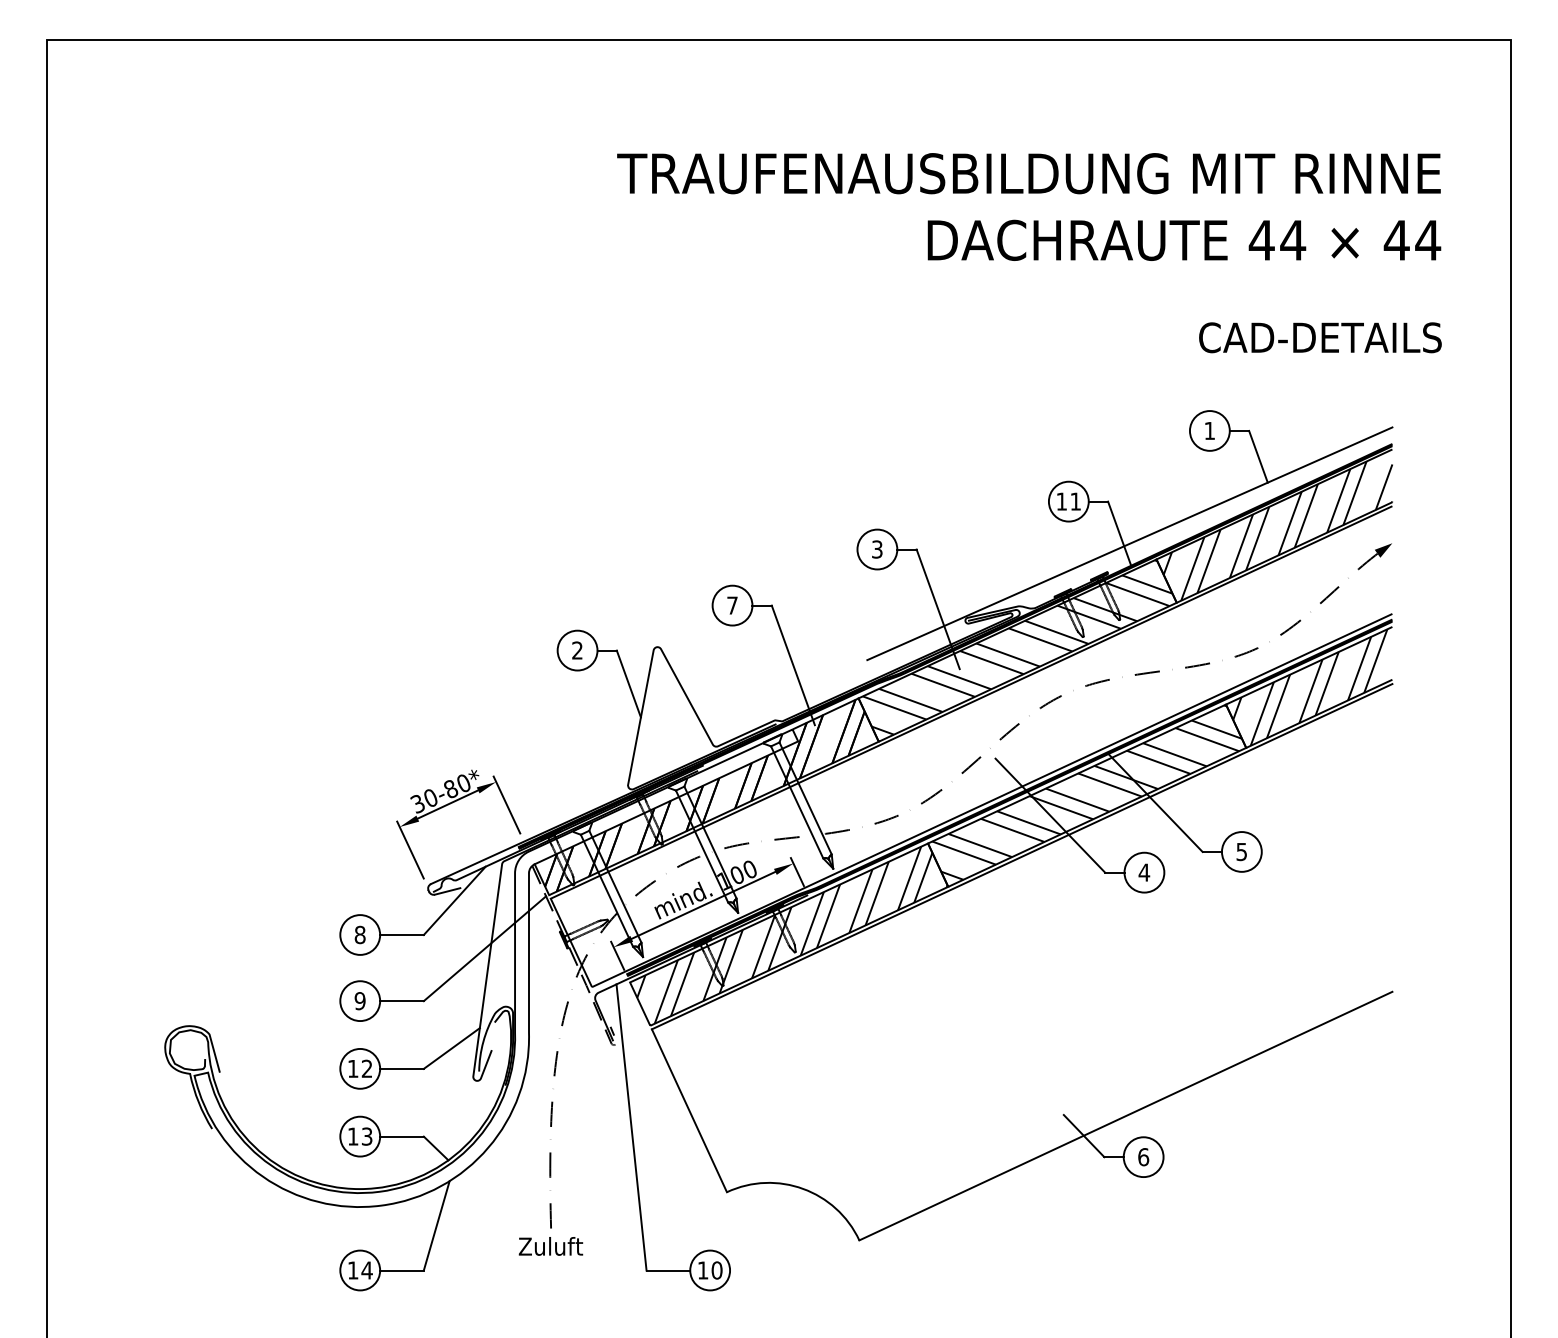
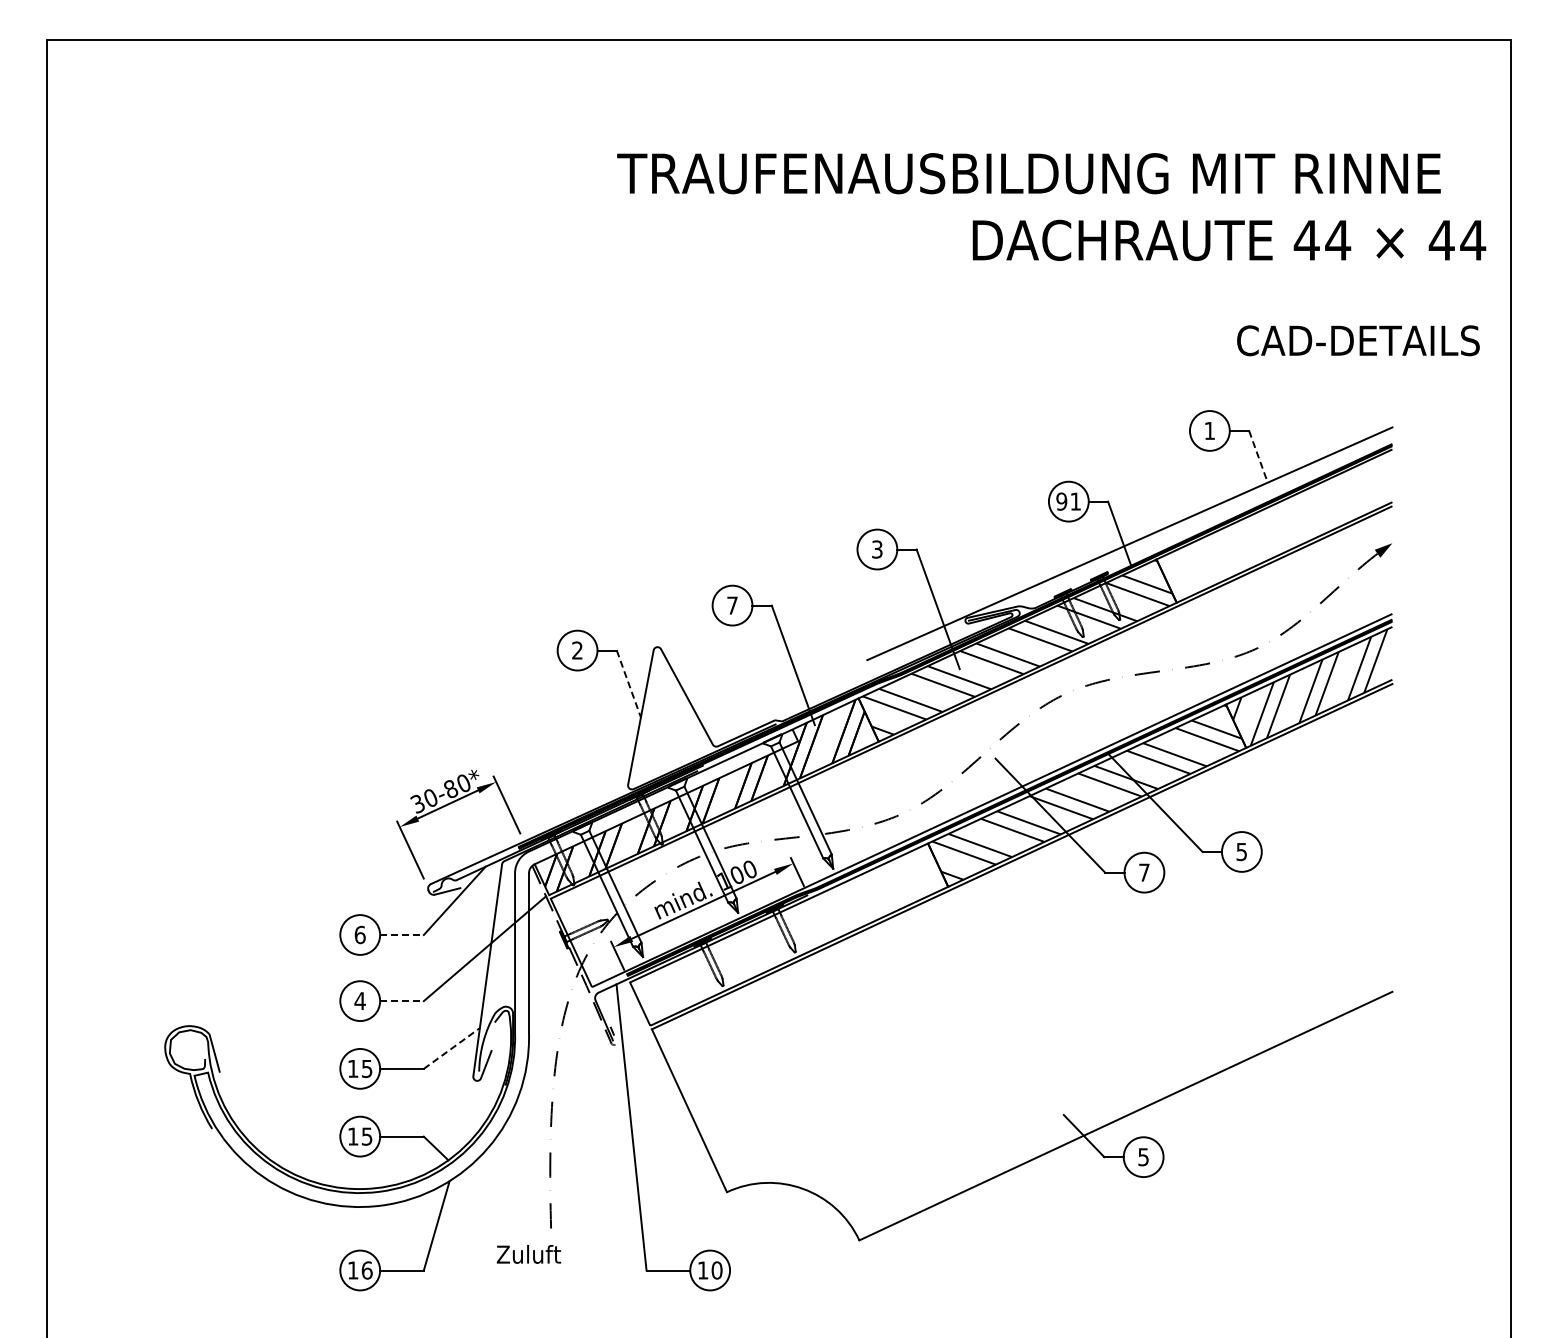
text at (1184, 239) position: (1184, 239) -> (1229, 239)
text at (1320, 337) position: (1320, 337) -> (1358, 340)
line at (1258, 457): solid -> dashed
text at (1061, 501): 11 -> 91
hatch at (1277, 530): present -> none
line at (628, 684): solid -> dashed
text at (1144, 872): 4 -> 7
text at (359, 934): 8 -> 6
hatch at (792, 934): present -> none
line at (402, 935): solid -> dashed
text at (359, 1001): 9 -> 4
line at (402, 1001): solid -> dashed
line at (451, 1048): solid -> dashed
text at (367, 1068): 12 -> 15
text at (367, 1136): 13 -> 15
text at (1143, 1157): 6 -> 5
text at (550, 1246) position: (550, 1246) -> (528, 1254)
text at (366, 1270): 14 -> 16
